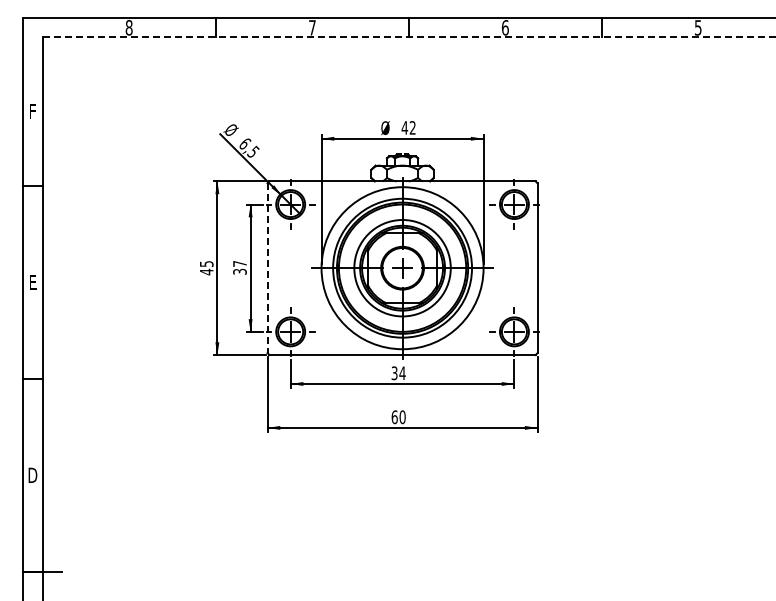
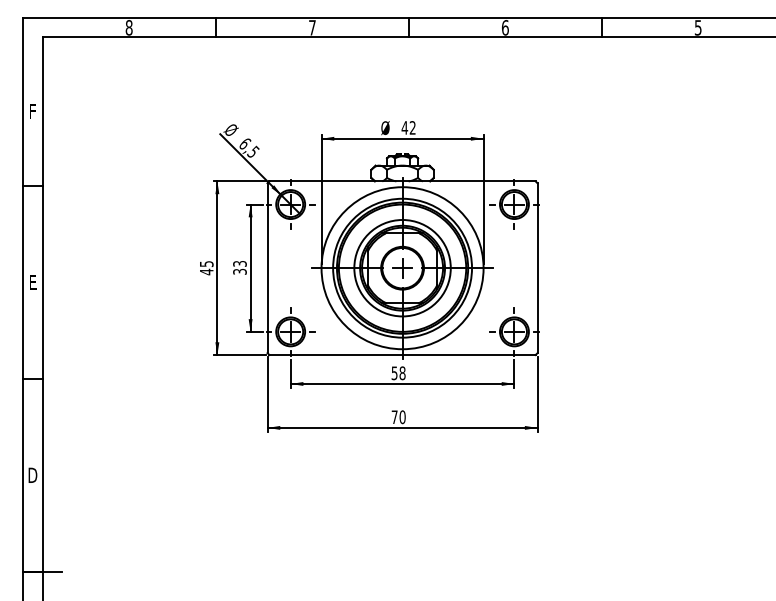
line at (409, 37): dashed -> solid
text at (239, 263): 37 -> 33
line at (267, 268): dashed -> solid
text at (398, 373): 34 -> 58
text at (394, 417): 60 -> 70
